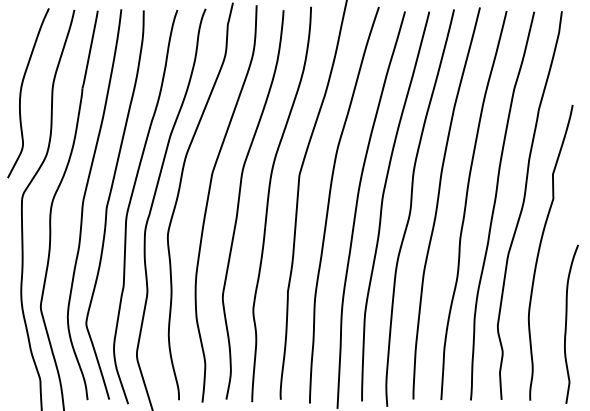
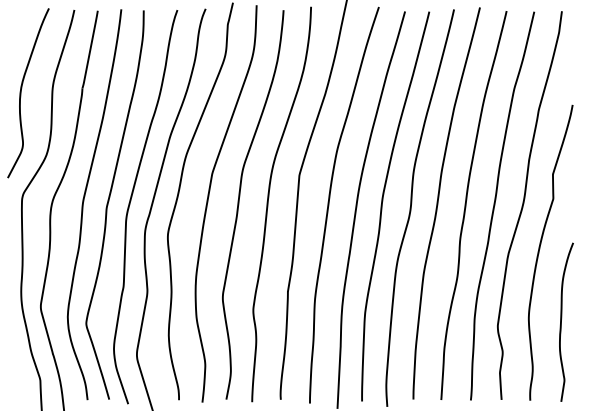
curve at (567, 320) position: (567, 320) -> (562, 318)
